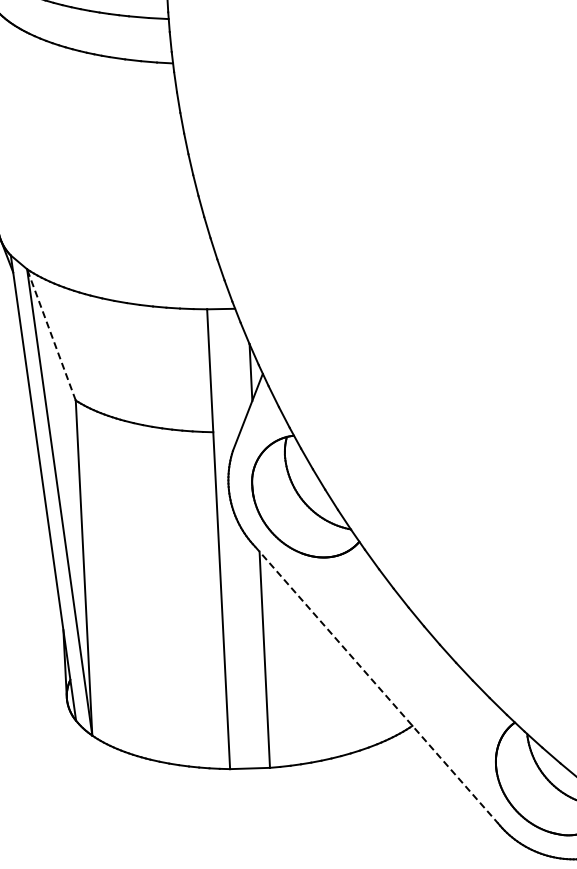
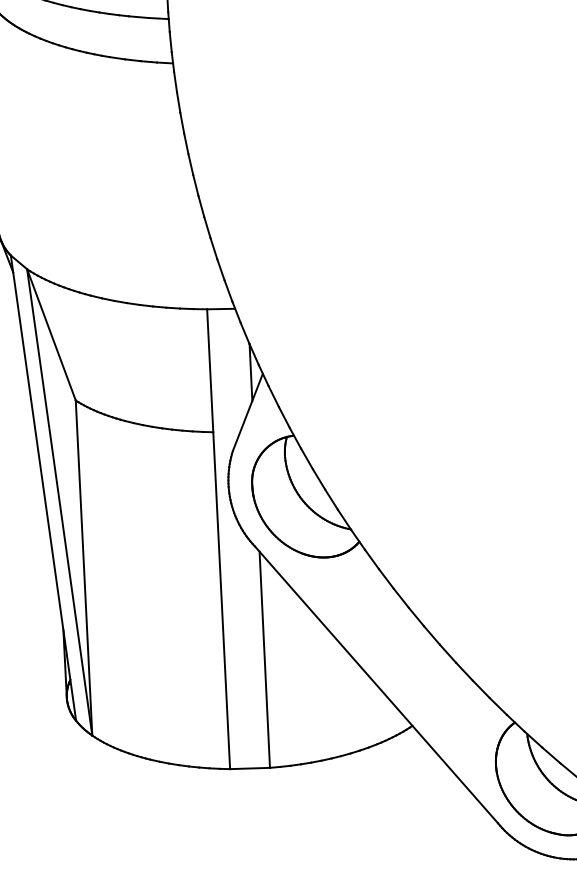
line at (51, 334): dashed -> solid
line at (376, 685): dashed -> solid
